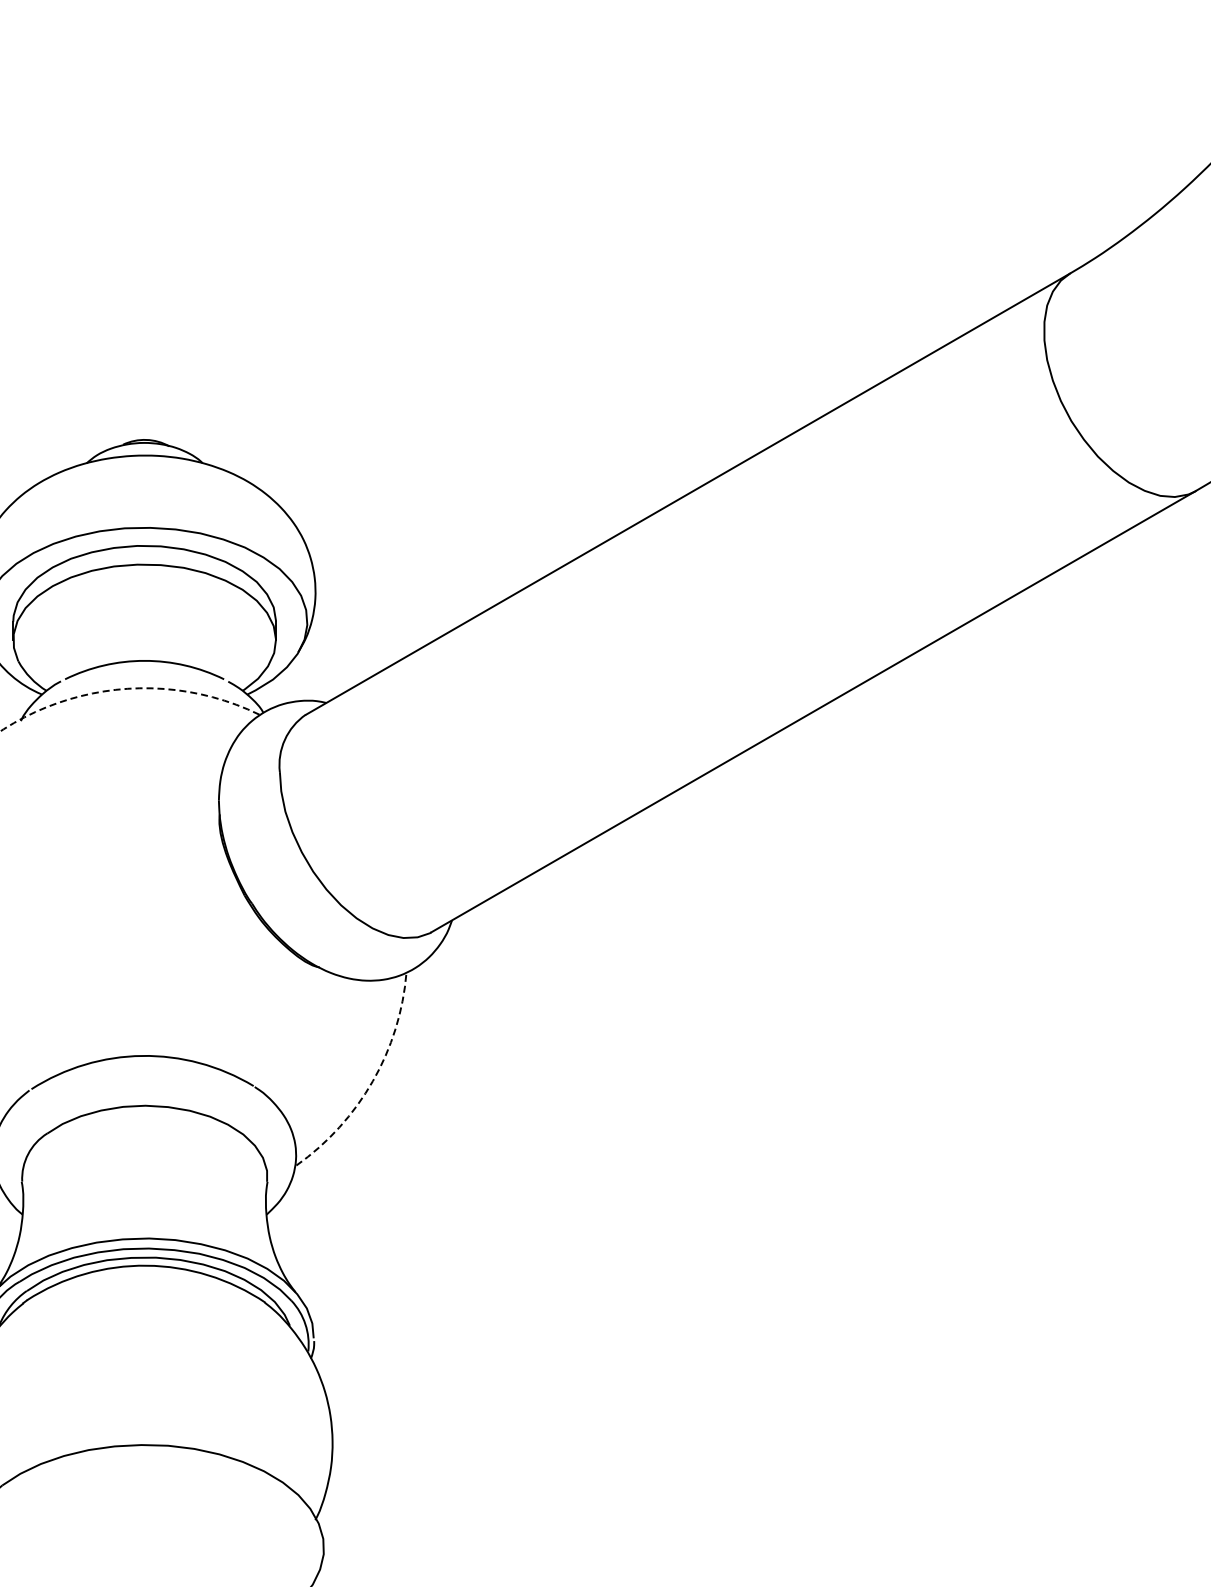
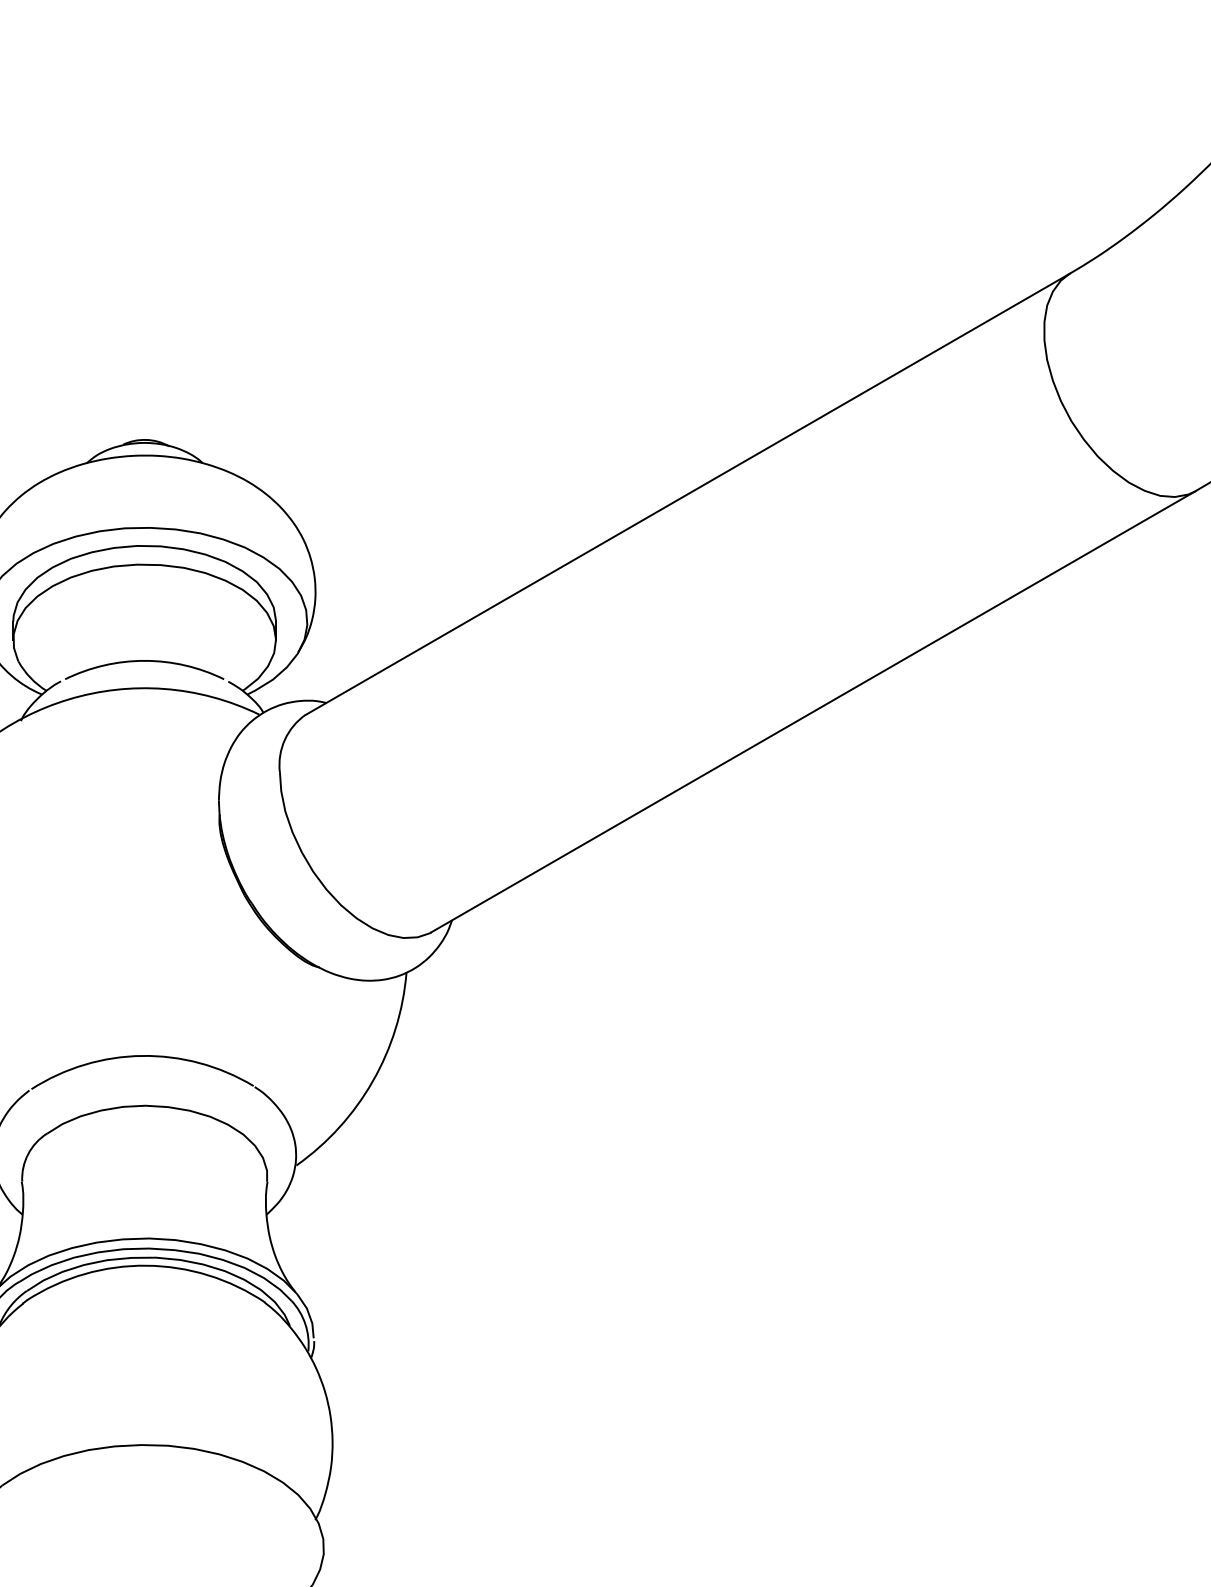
arc at (127, 688): dashed -> solid
arc at (372, 1081): dashed -> solid
